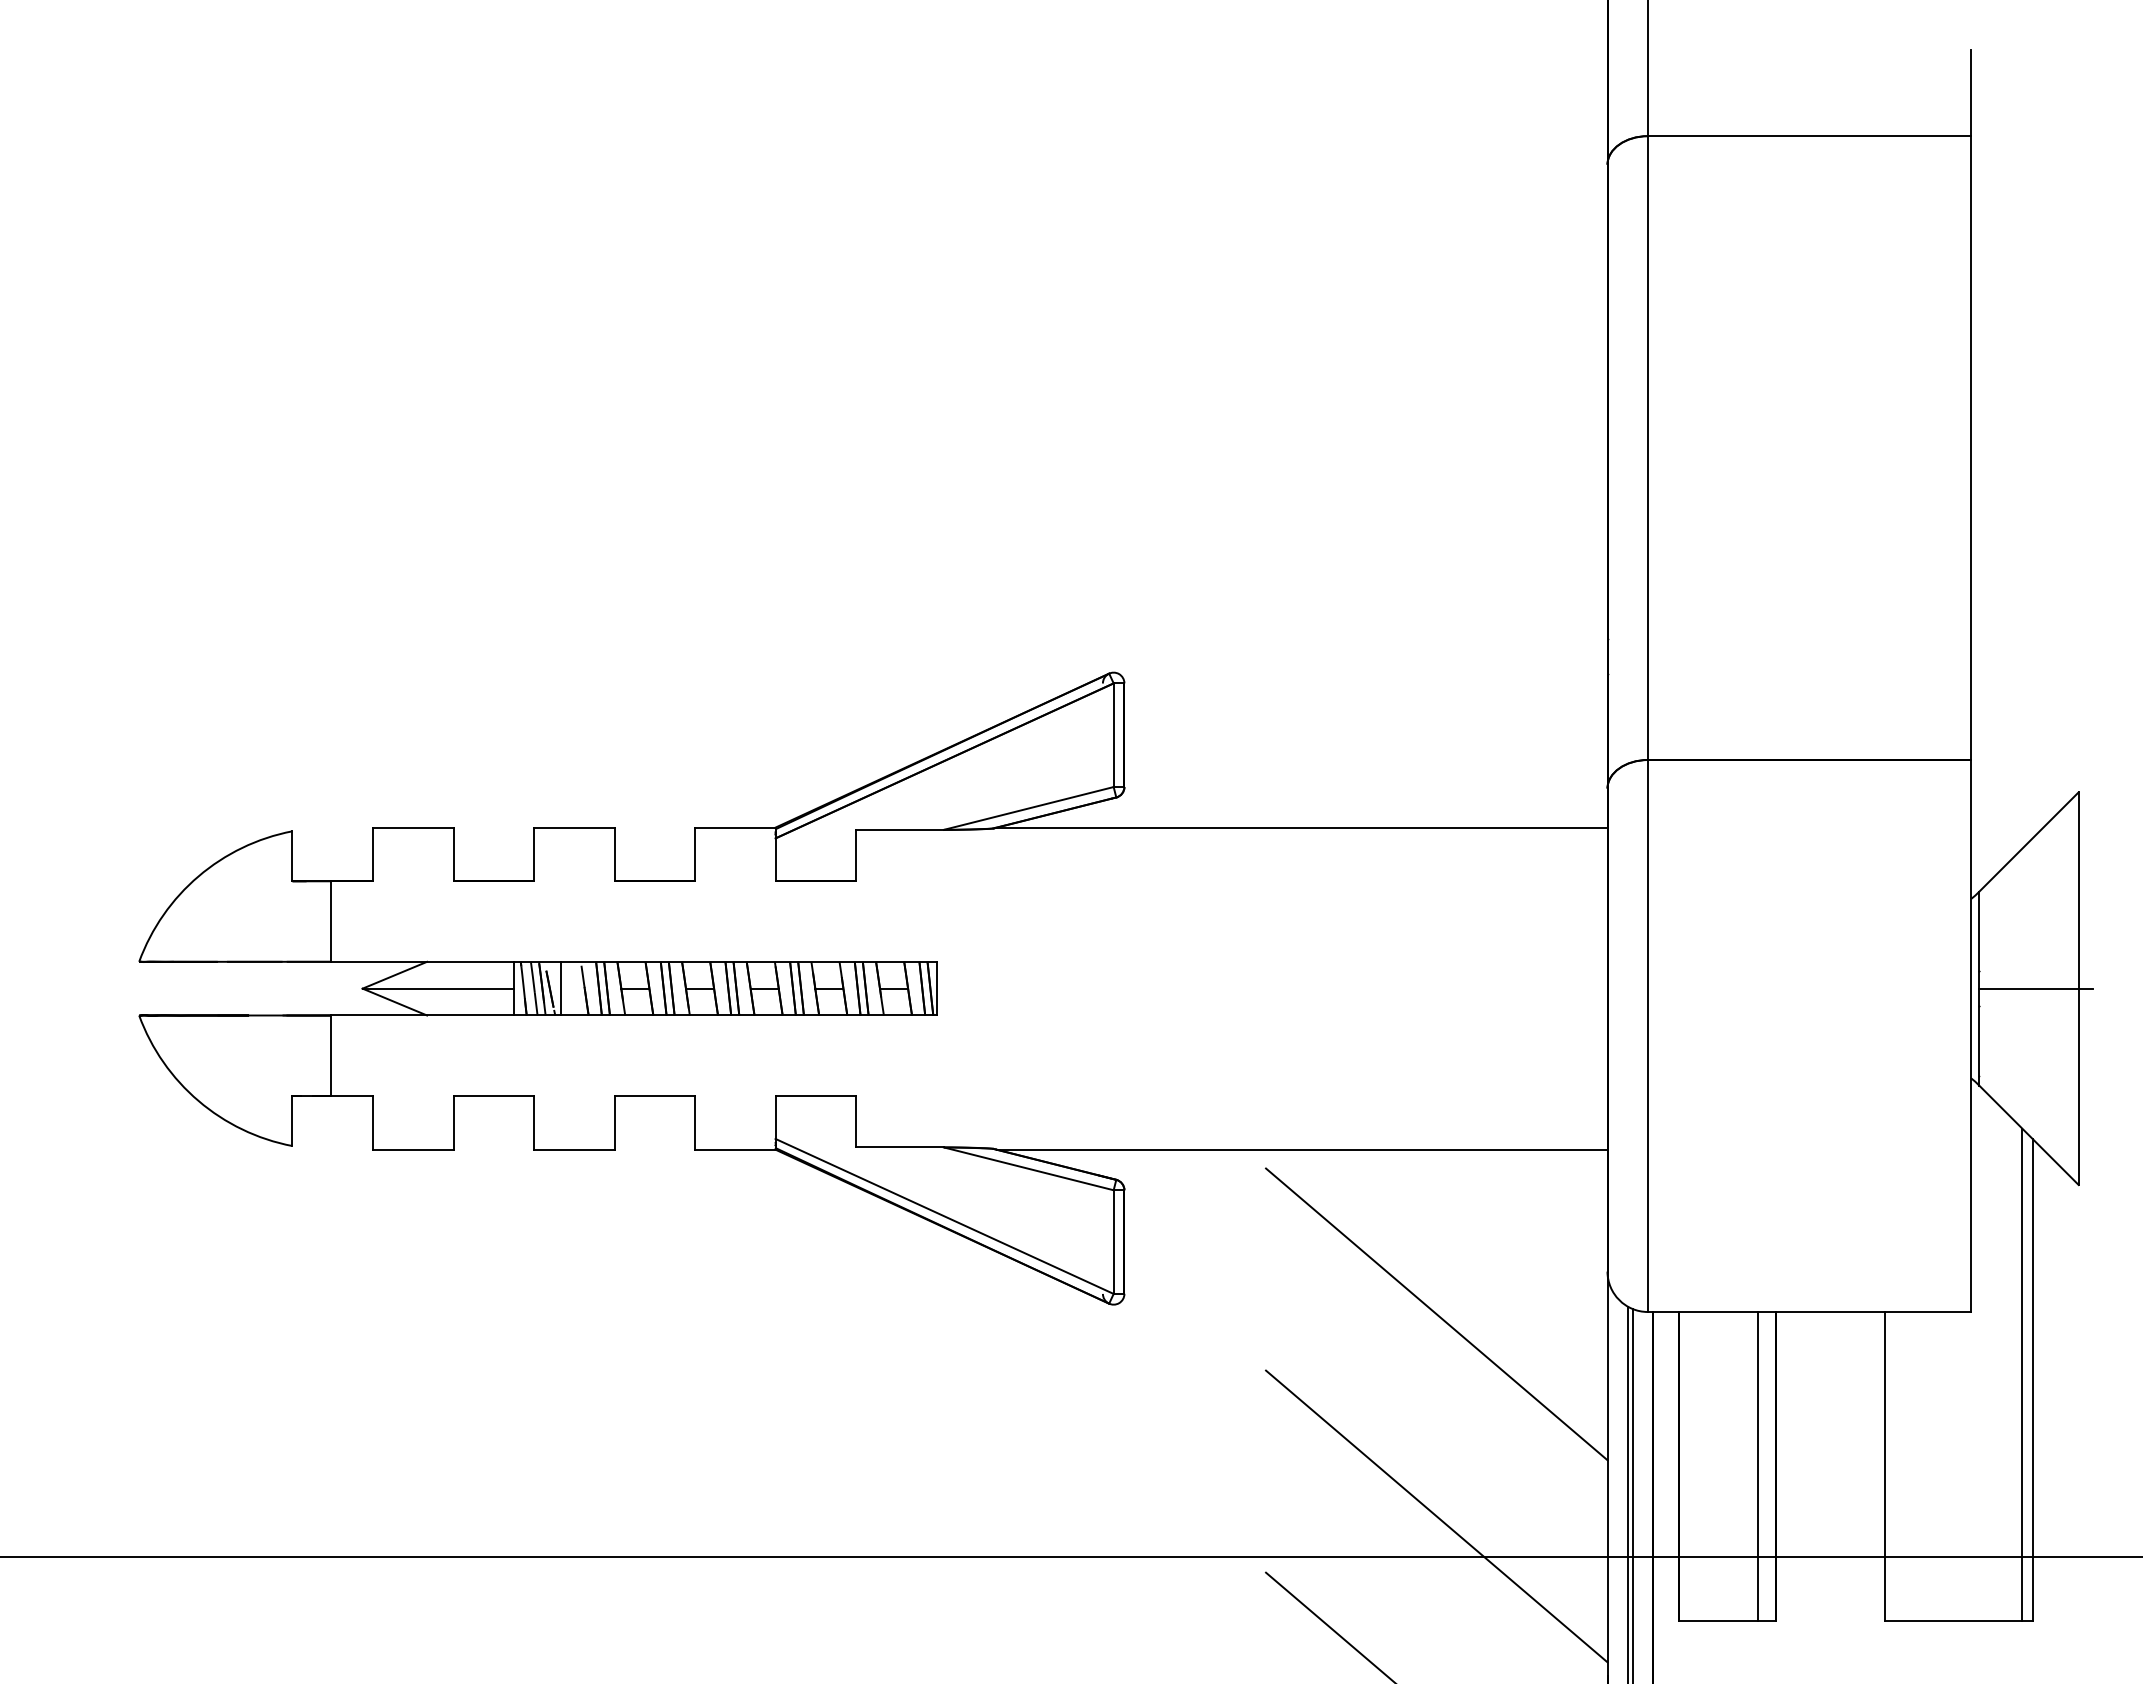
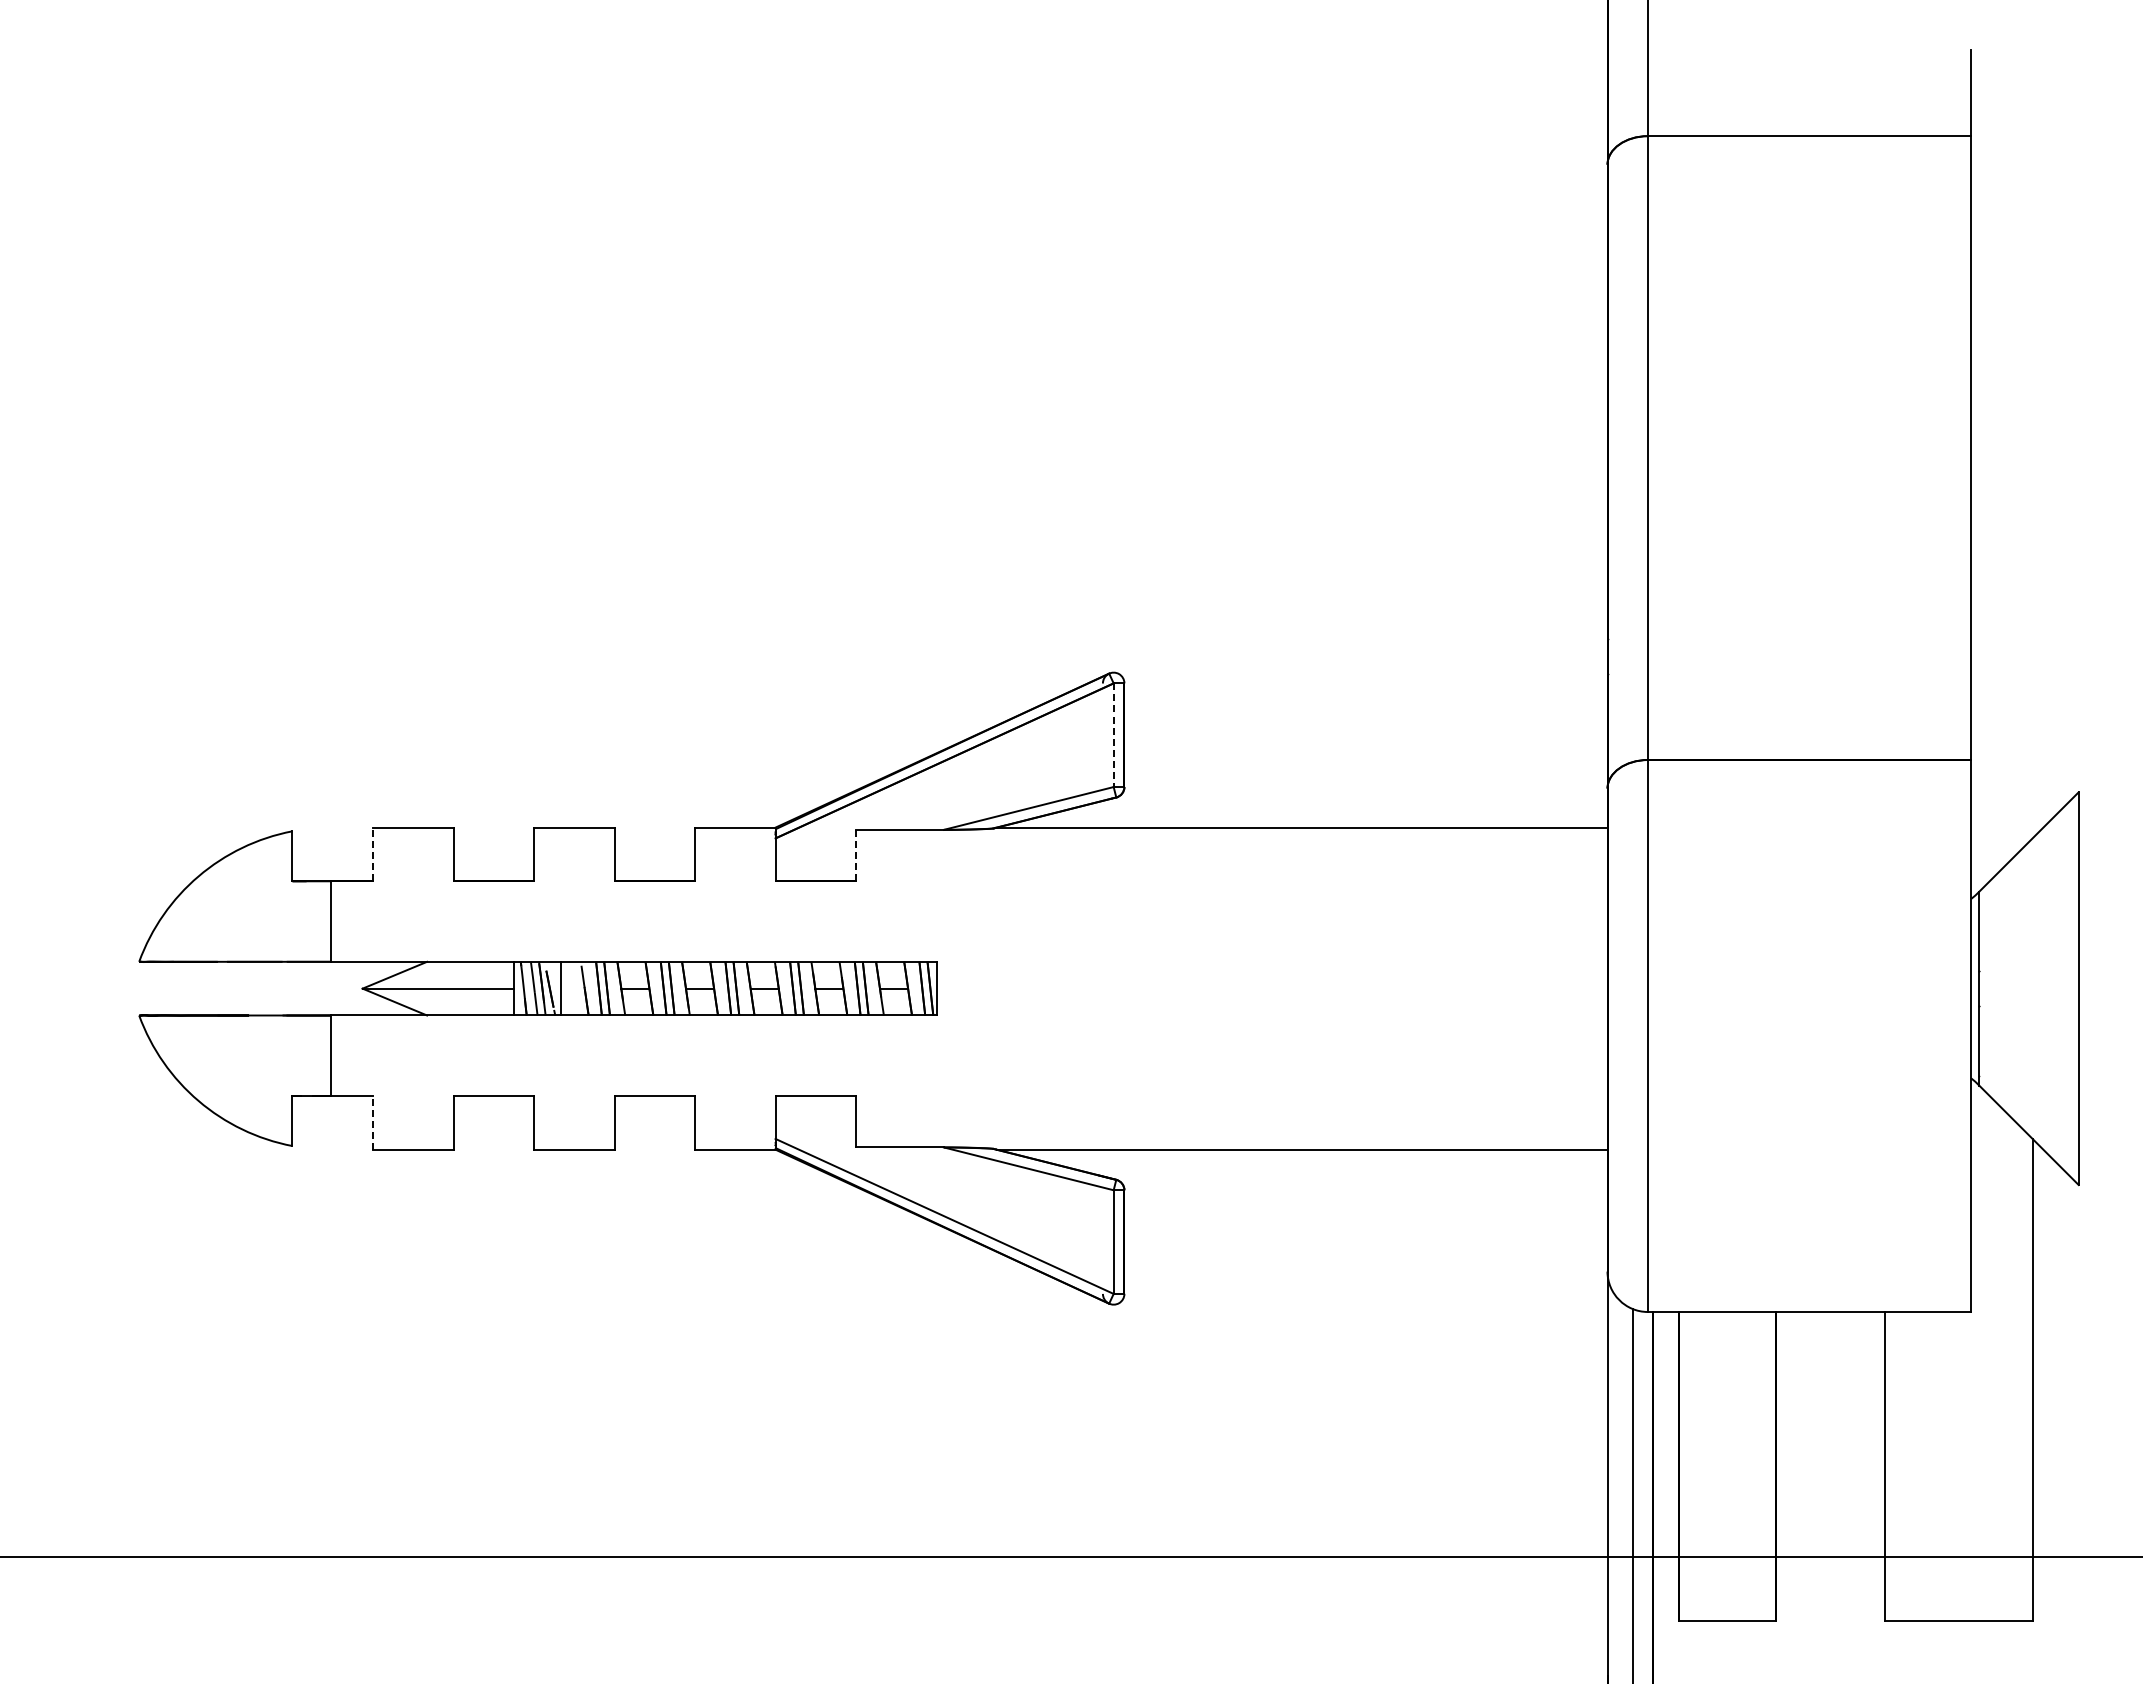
line at (1113, 735): solid -> dashed
line at (373, 854): solid -> dashed
line at (856, 855): solid -> dashed
line at (2035, 988): present -> none
line at (373, 1122): solid -> dashed
line at (1436, 1314): present -> none
line at (2022, 1374): present -> none
line at (1758, 1466): present -> none
line at (1627, 1493): present -> none
line at (1436, 1516): present -> none
line at (1329, 1626): present -> none
